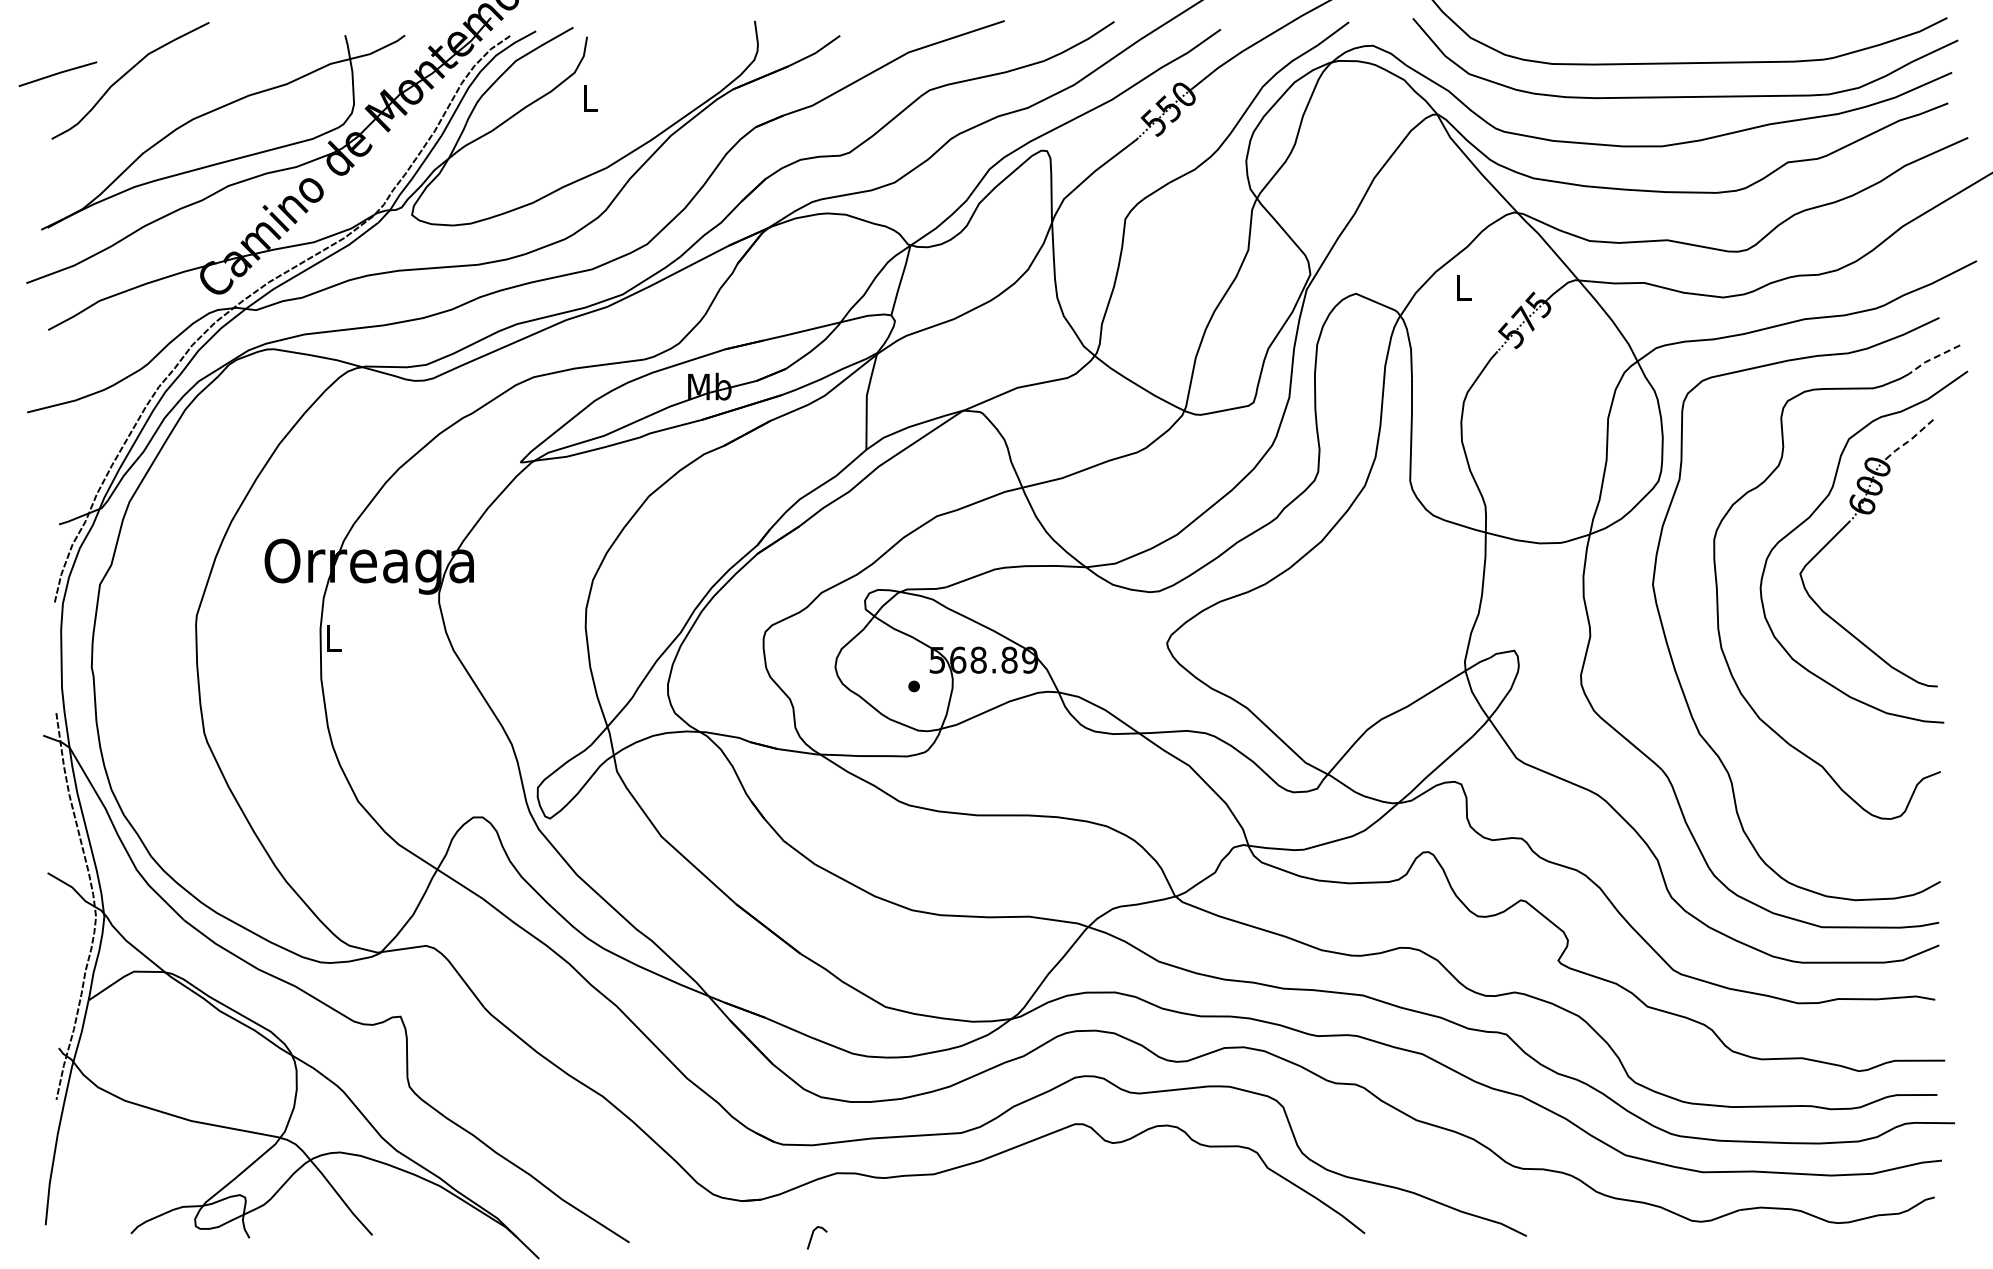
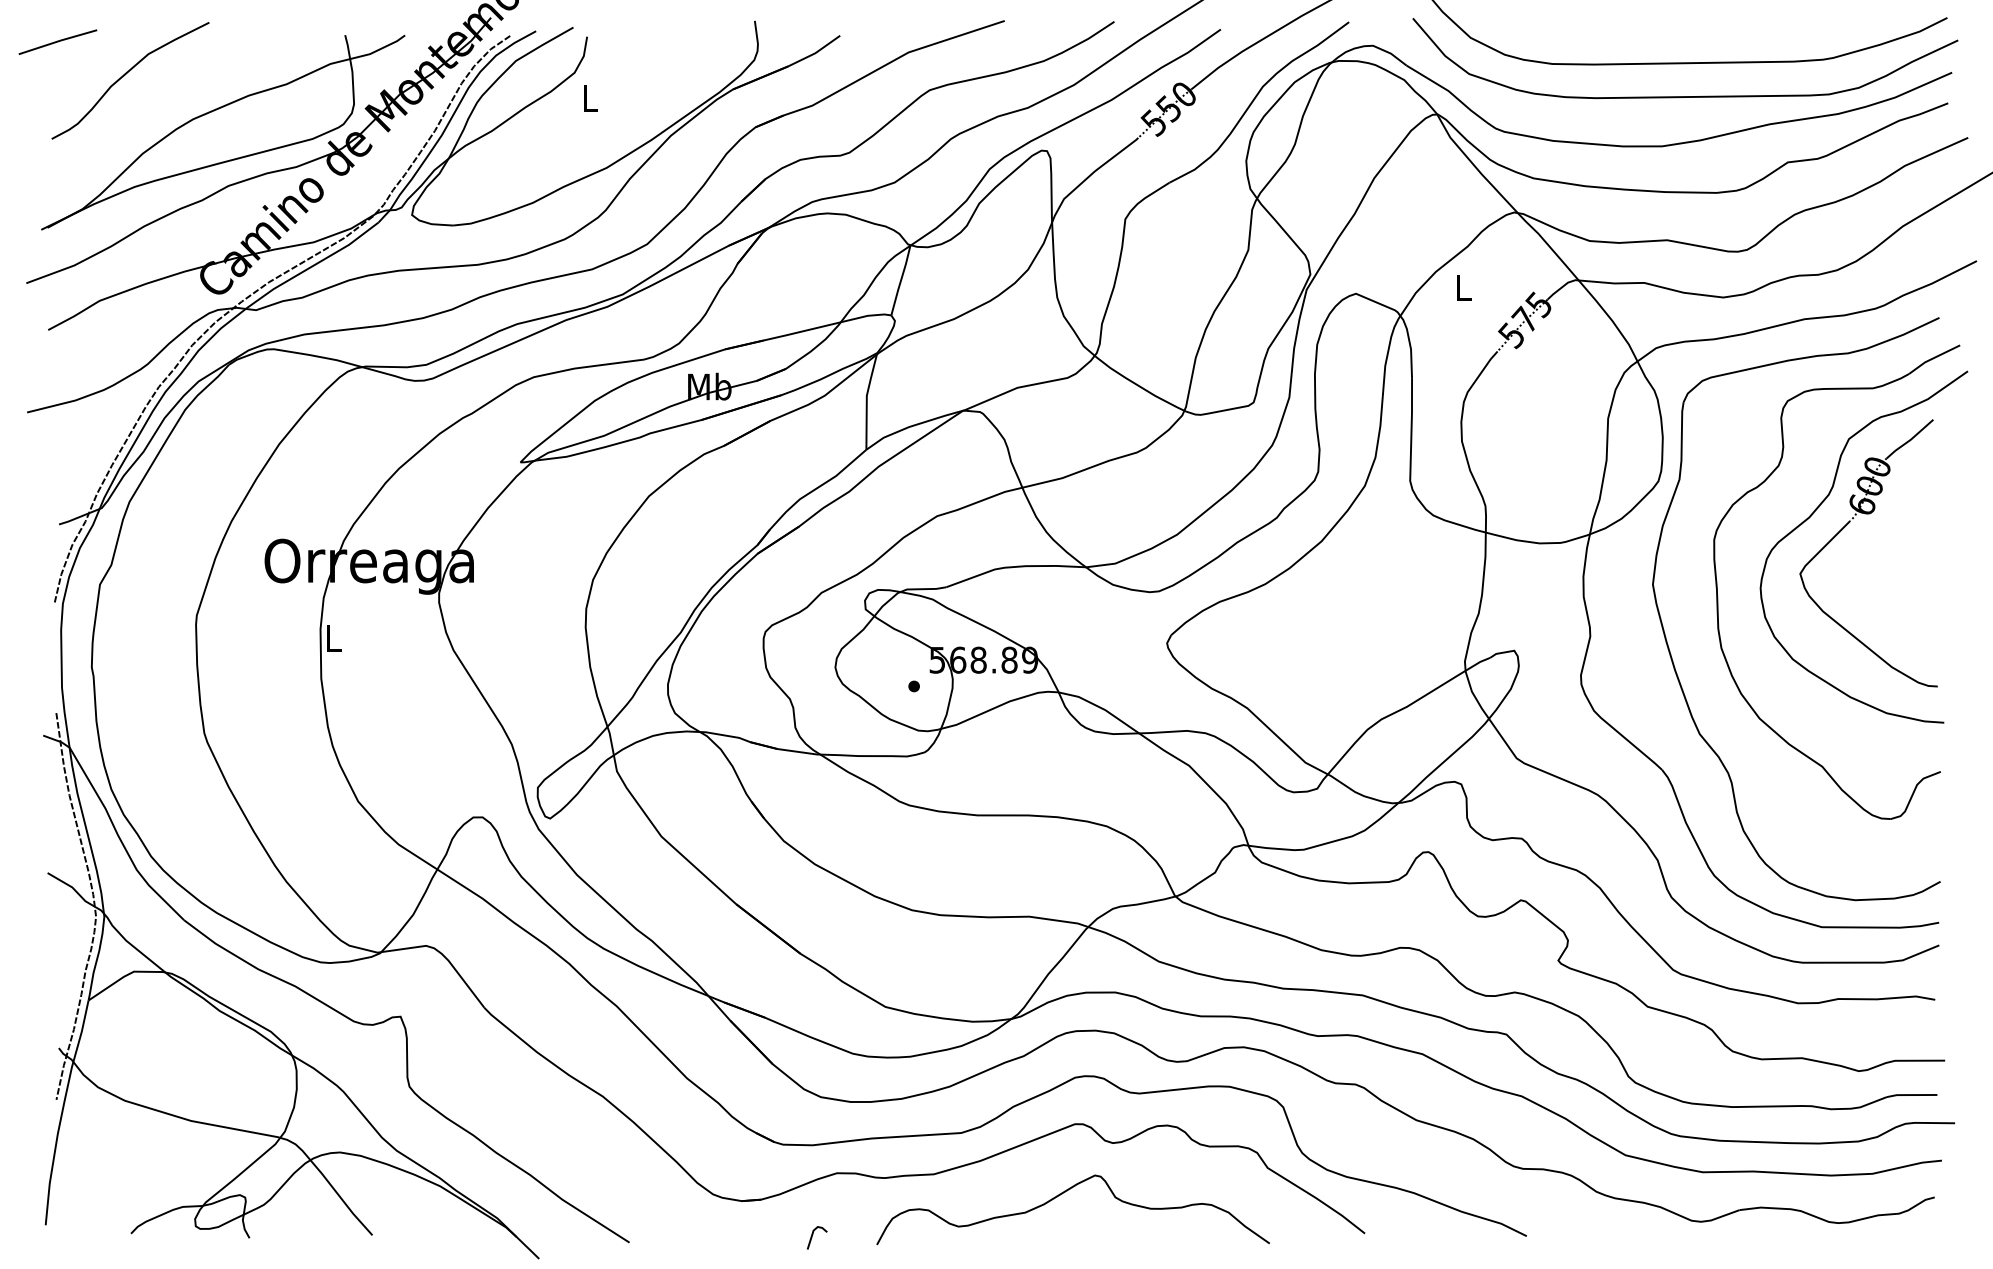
line at (57, 73) position: (57, 73) -> (57, 41)
line at (1933, 358): dashed -> solid
line at (1910, 439): dashed -> solid
curve at (1062, 1194): none -> present
